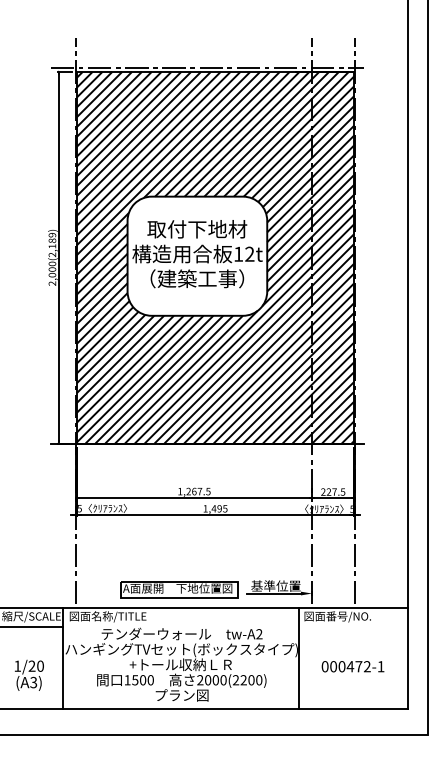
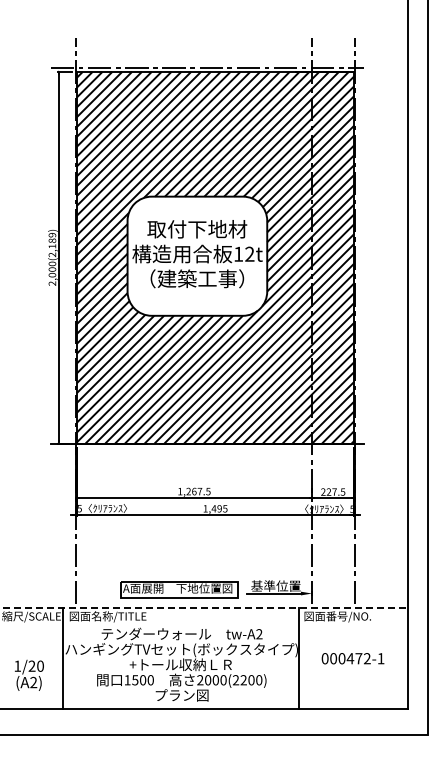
line at (204, 607): solid -> dashed
line at (32, 627): present -> none
text at (352, 666) position: (352, 666) -> (352, 658)
text at (33, 682): (A3) -> (A2)
